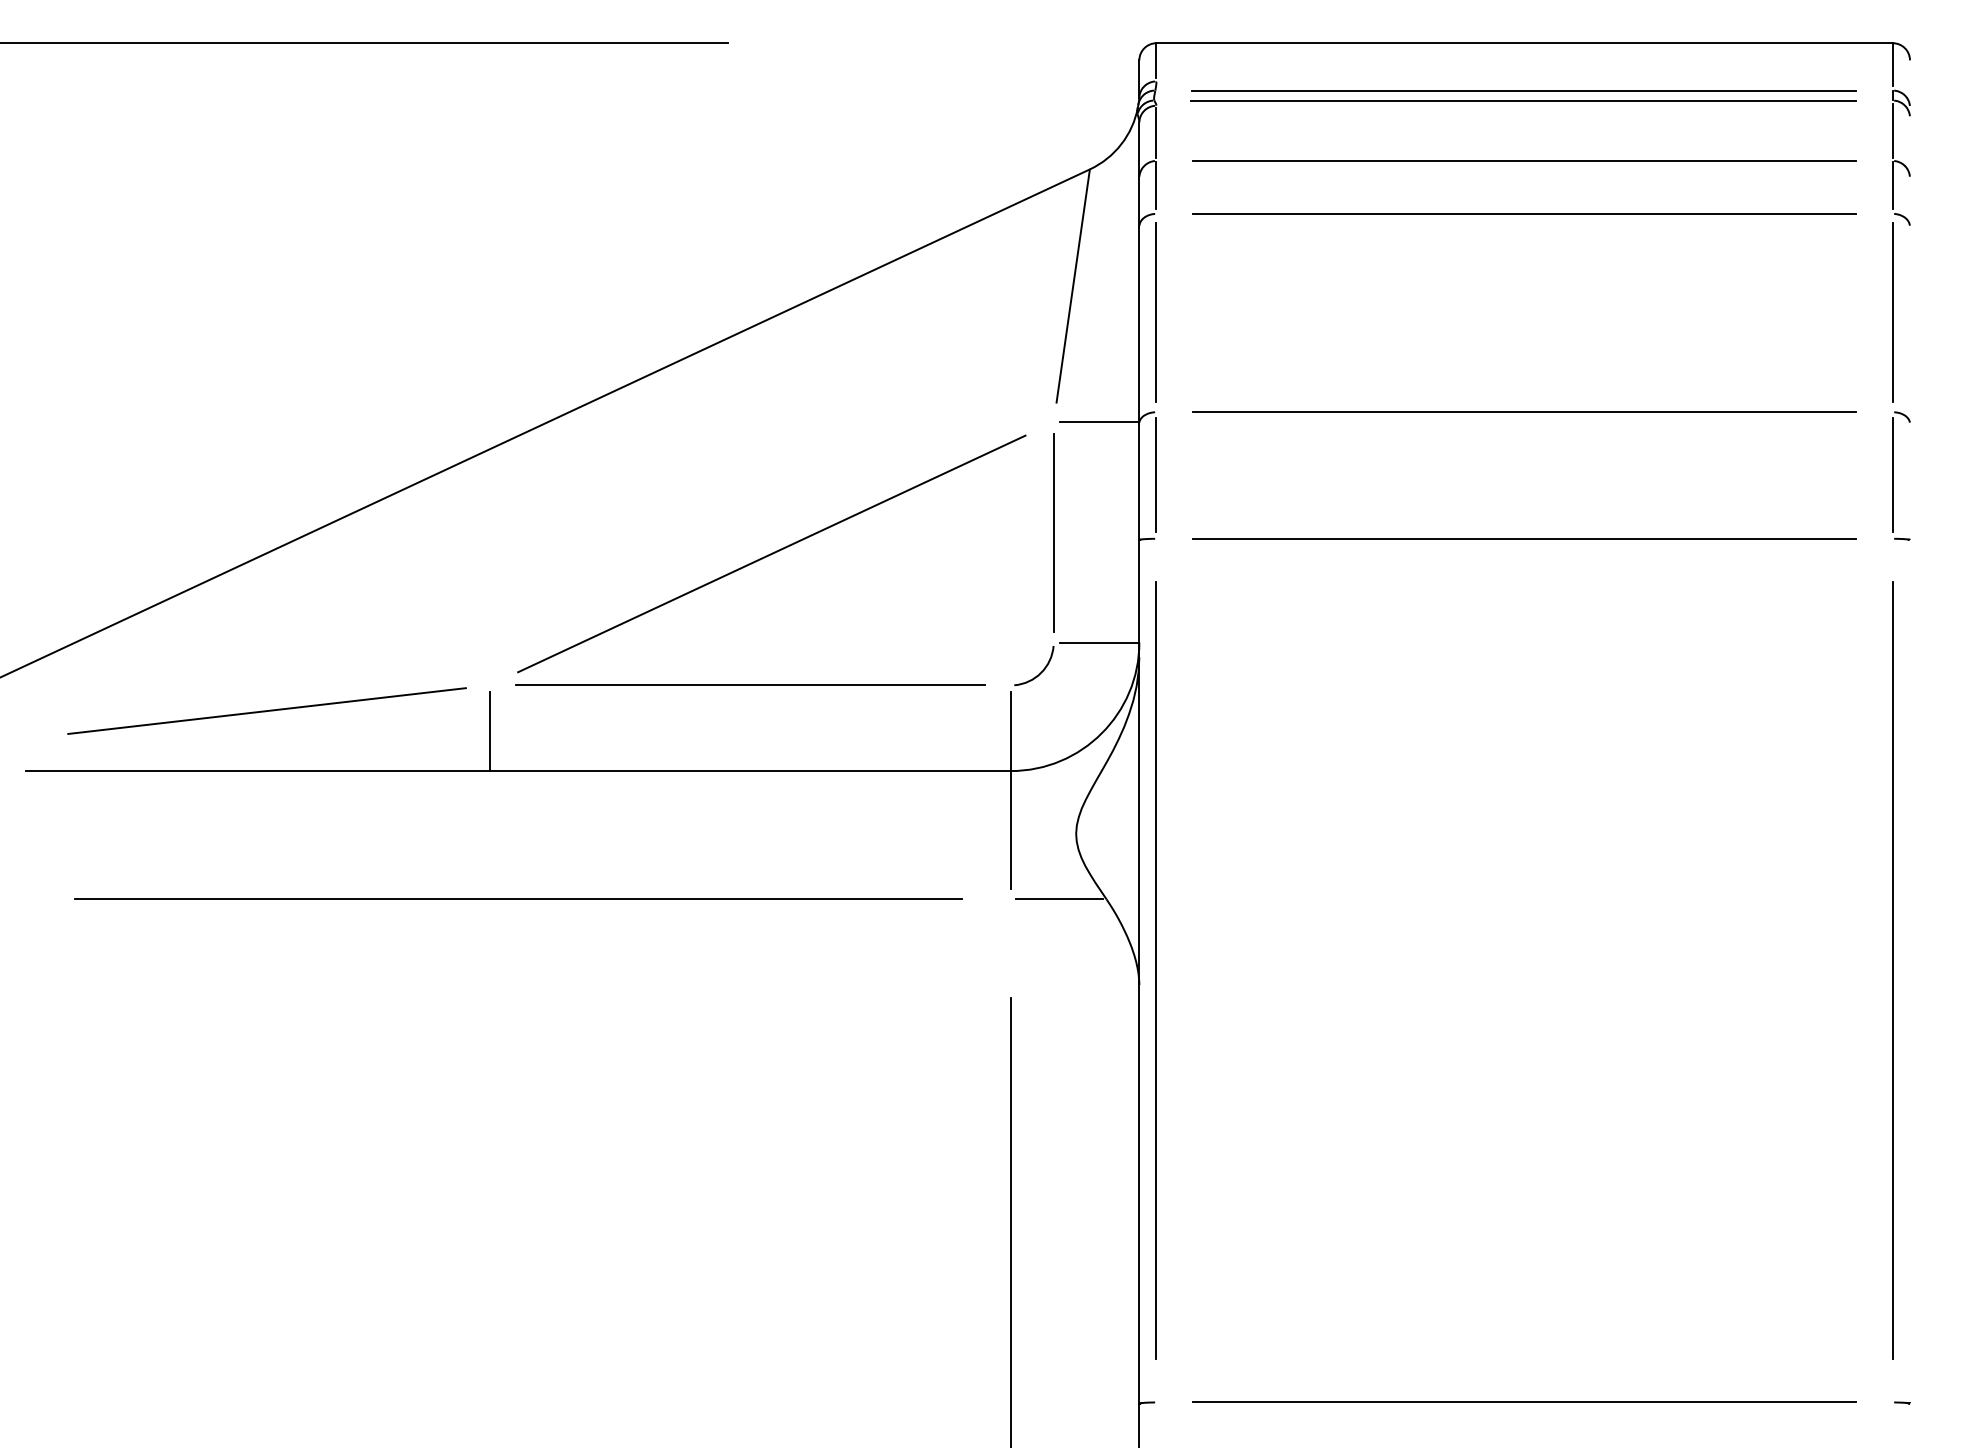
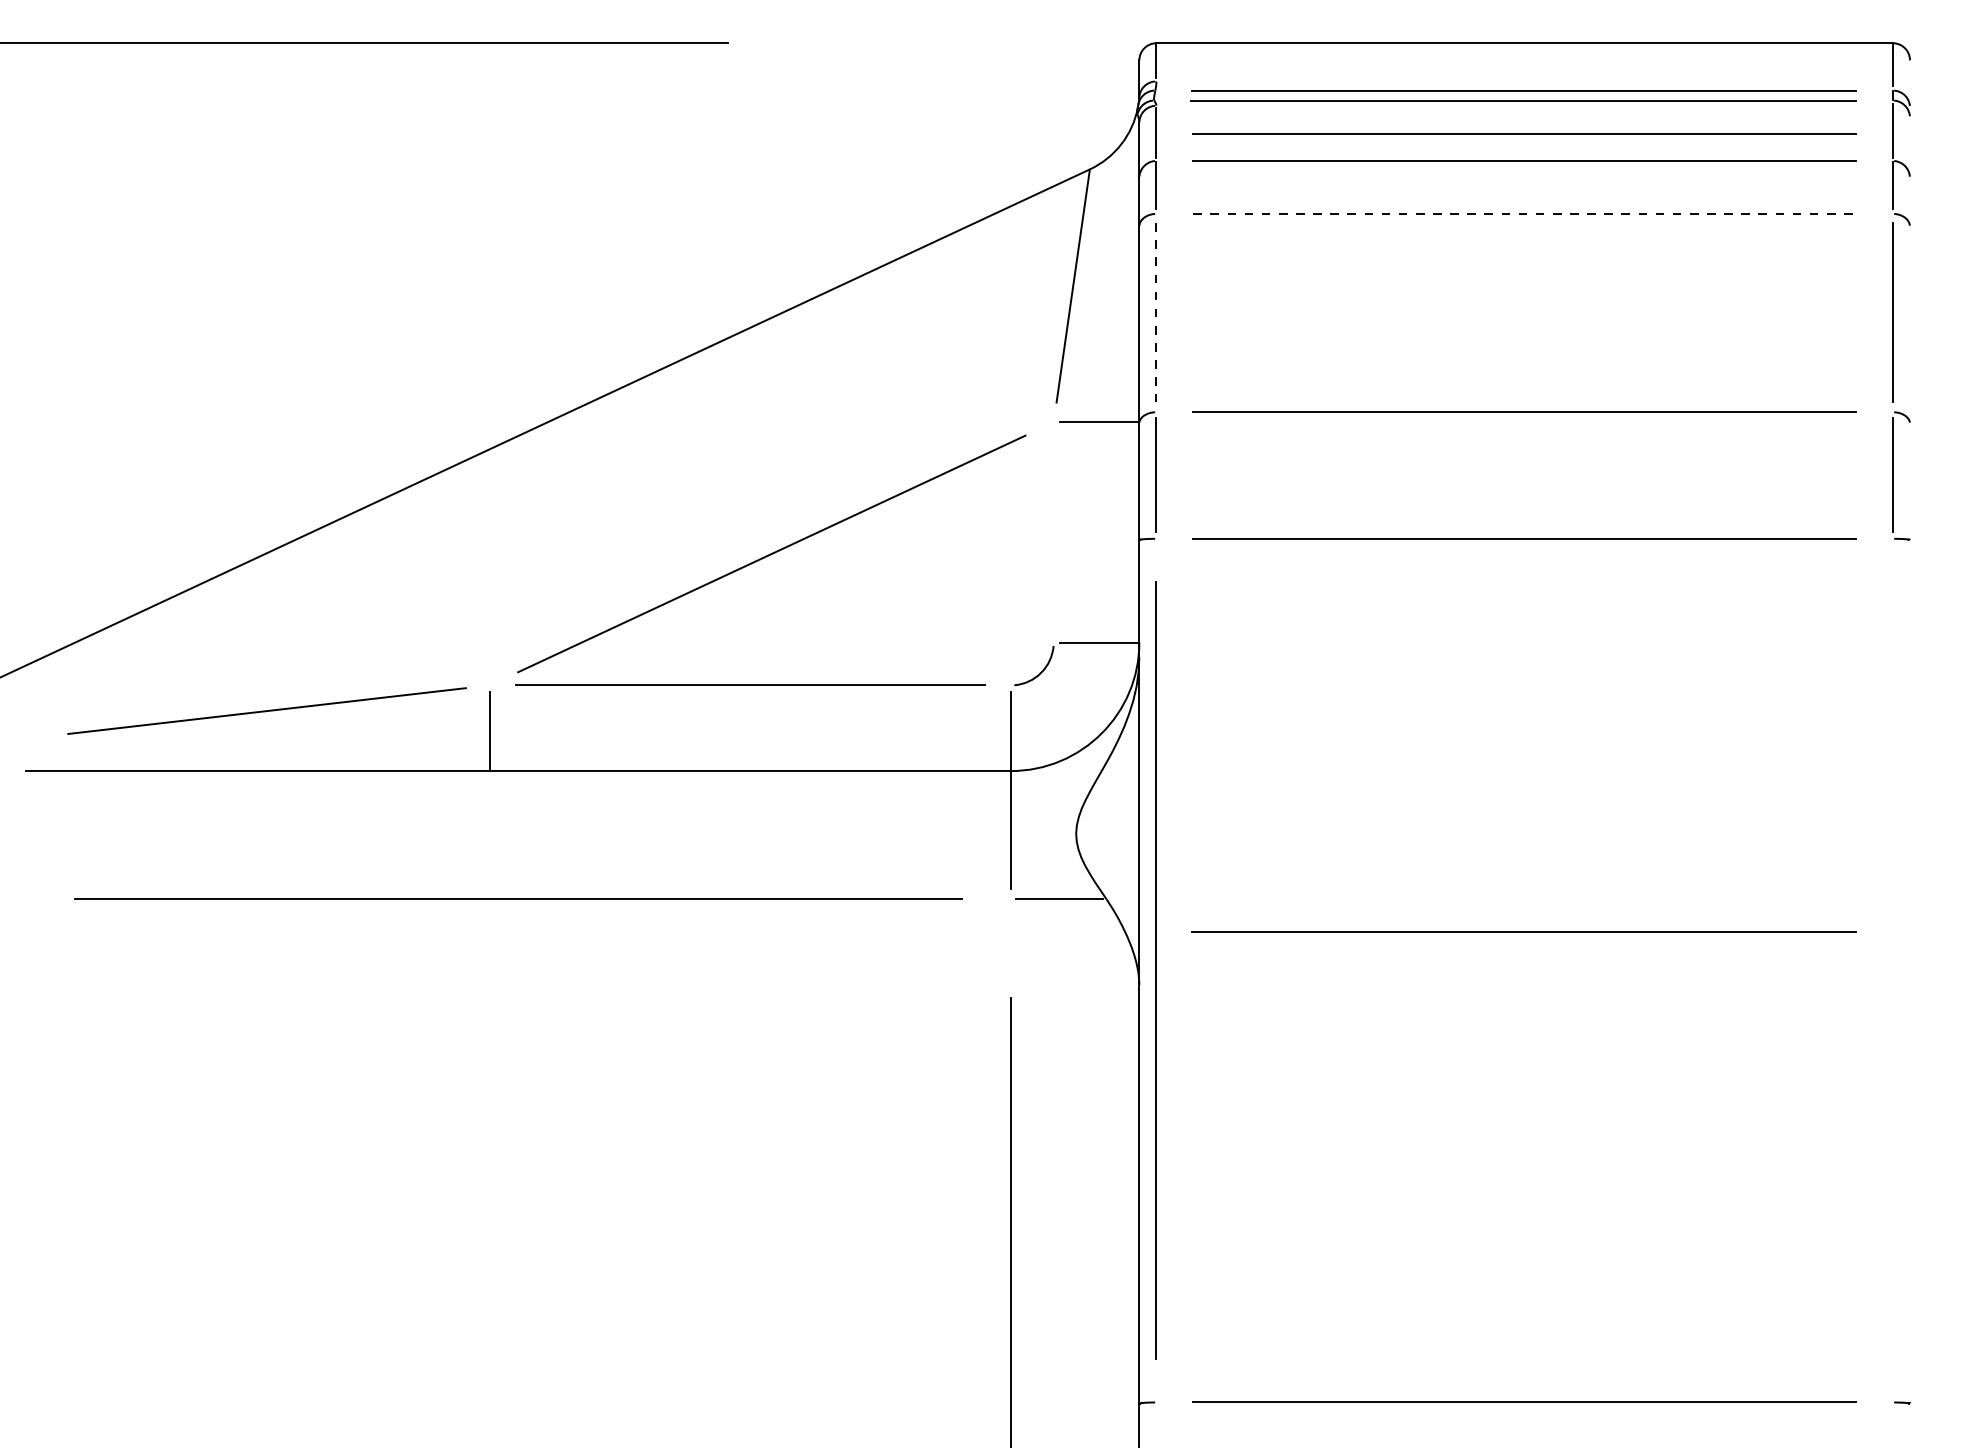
line at (1524, 133): none -> present
line at (1525, 213): solid -> dashed
line at (1156, 312): solid -> dashed
line at (1053, 532): present -> none
line at (1523, 931): none -> present
line at (1892, 970): present -> none
